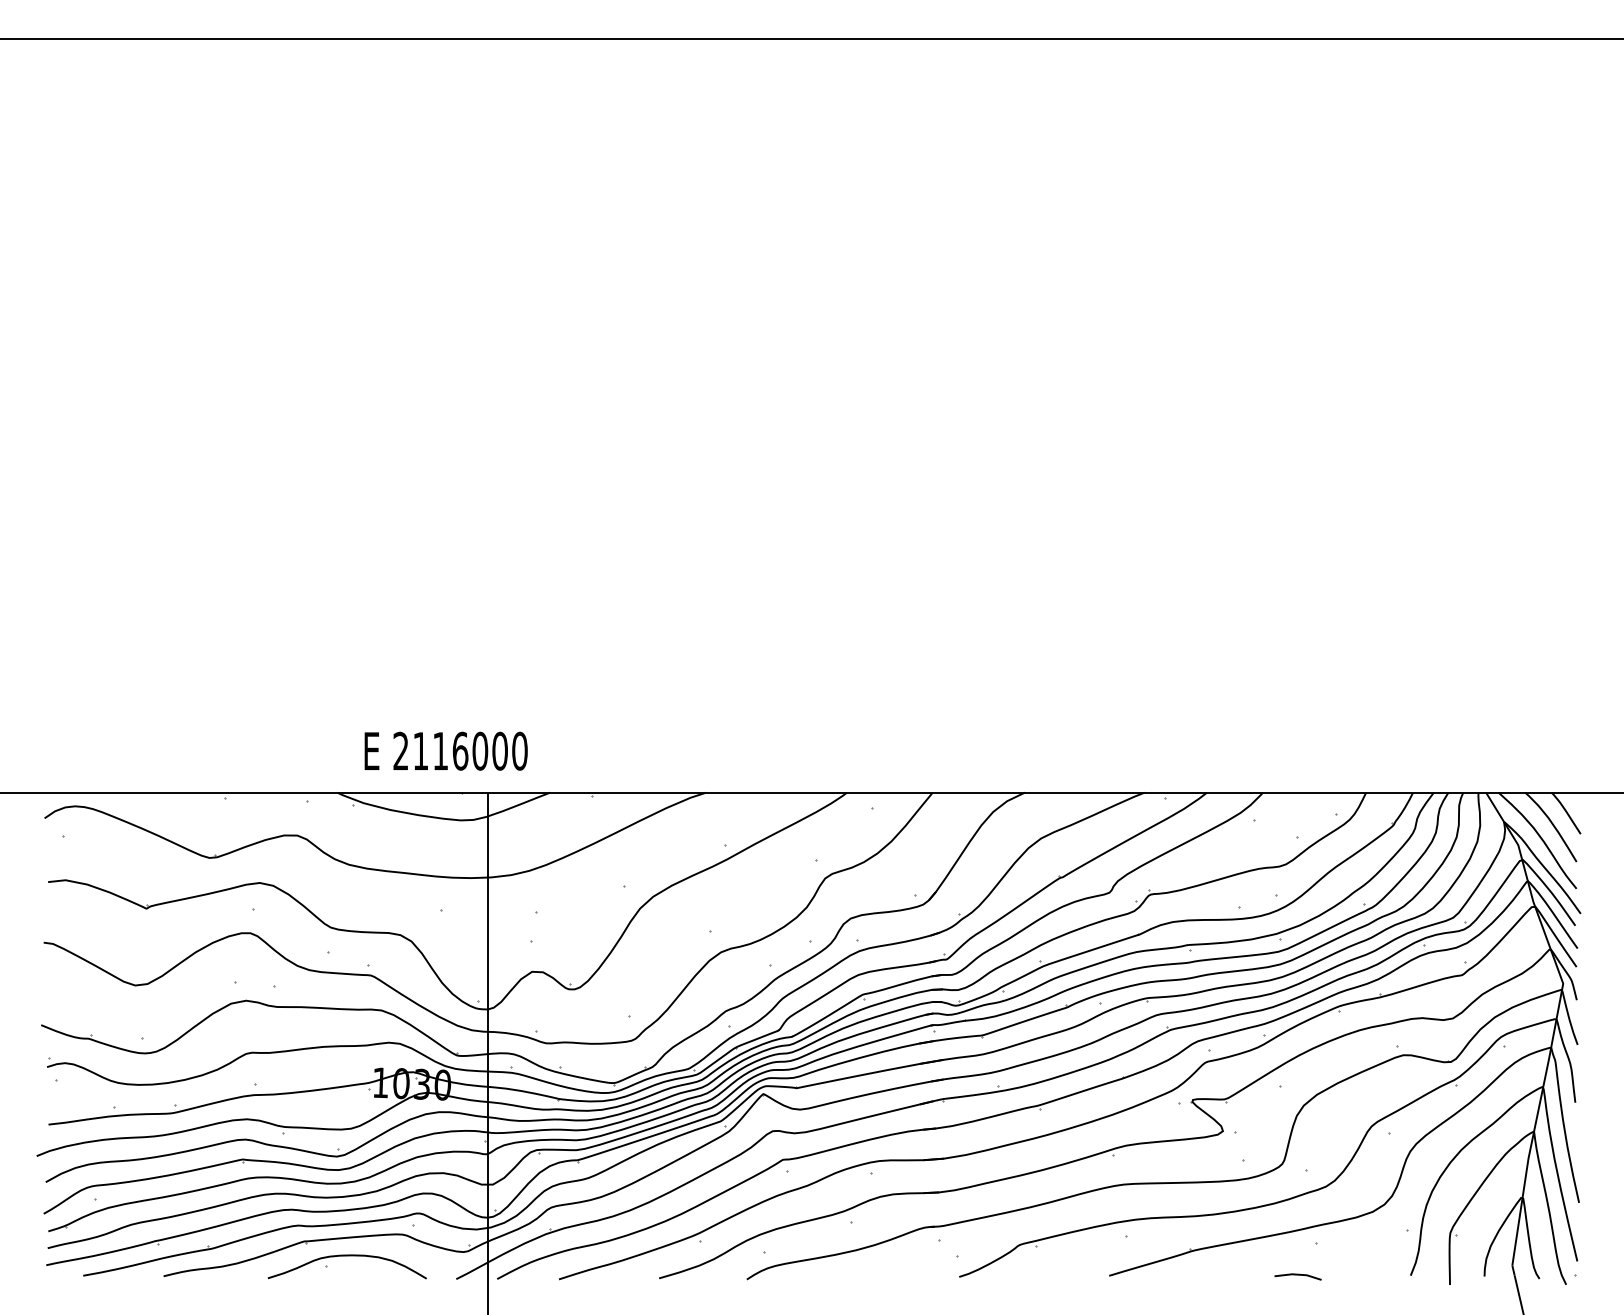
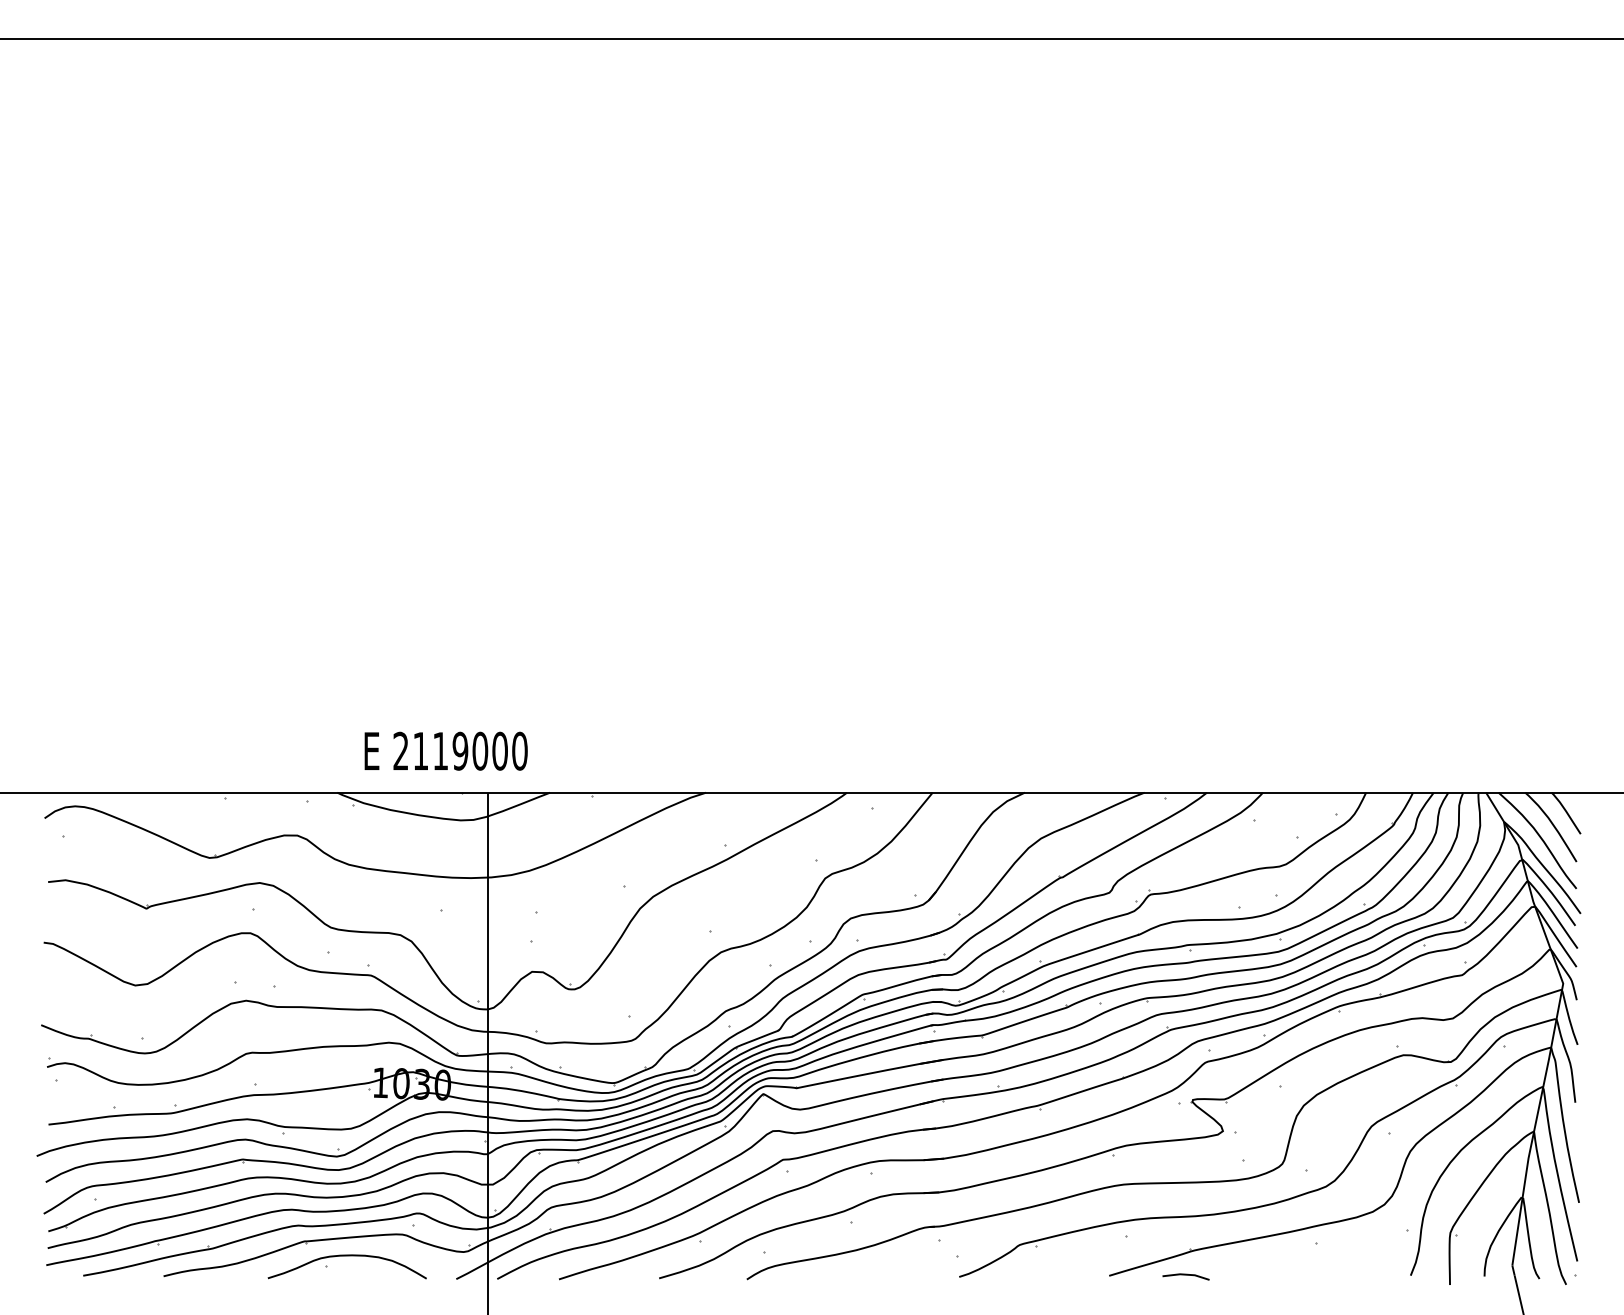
text at (460, 750): 2116000 -> 2119000
line at (1297, 1275) position: (1297, 1275) -> (1185, 1275)
